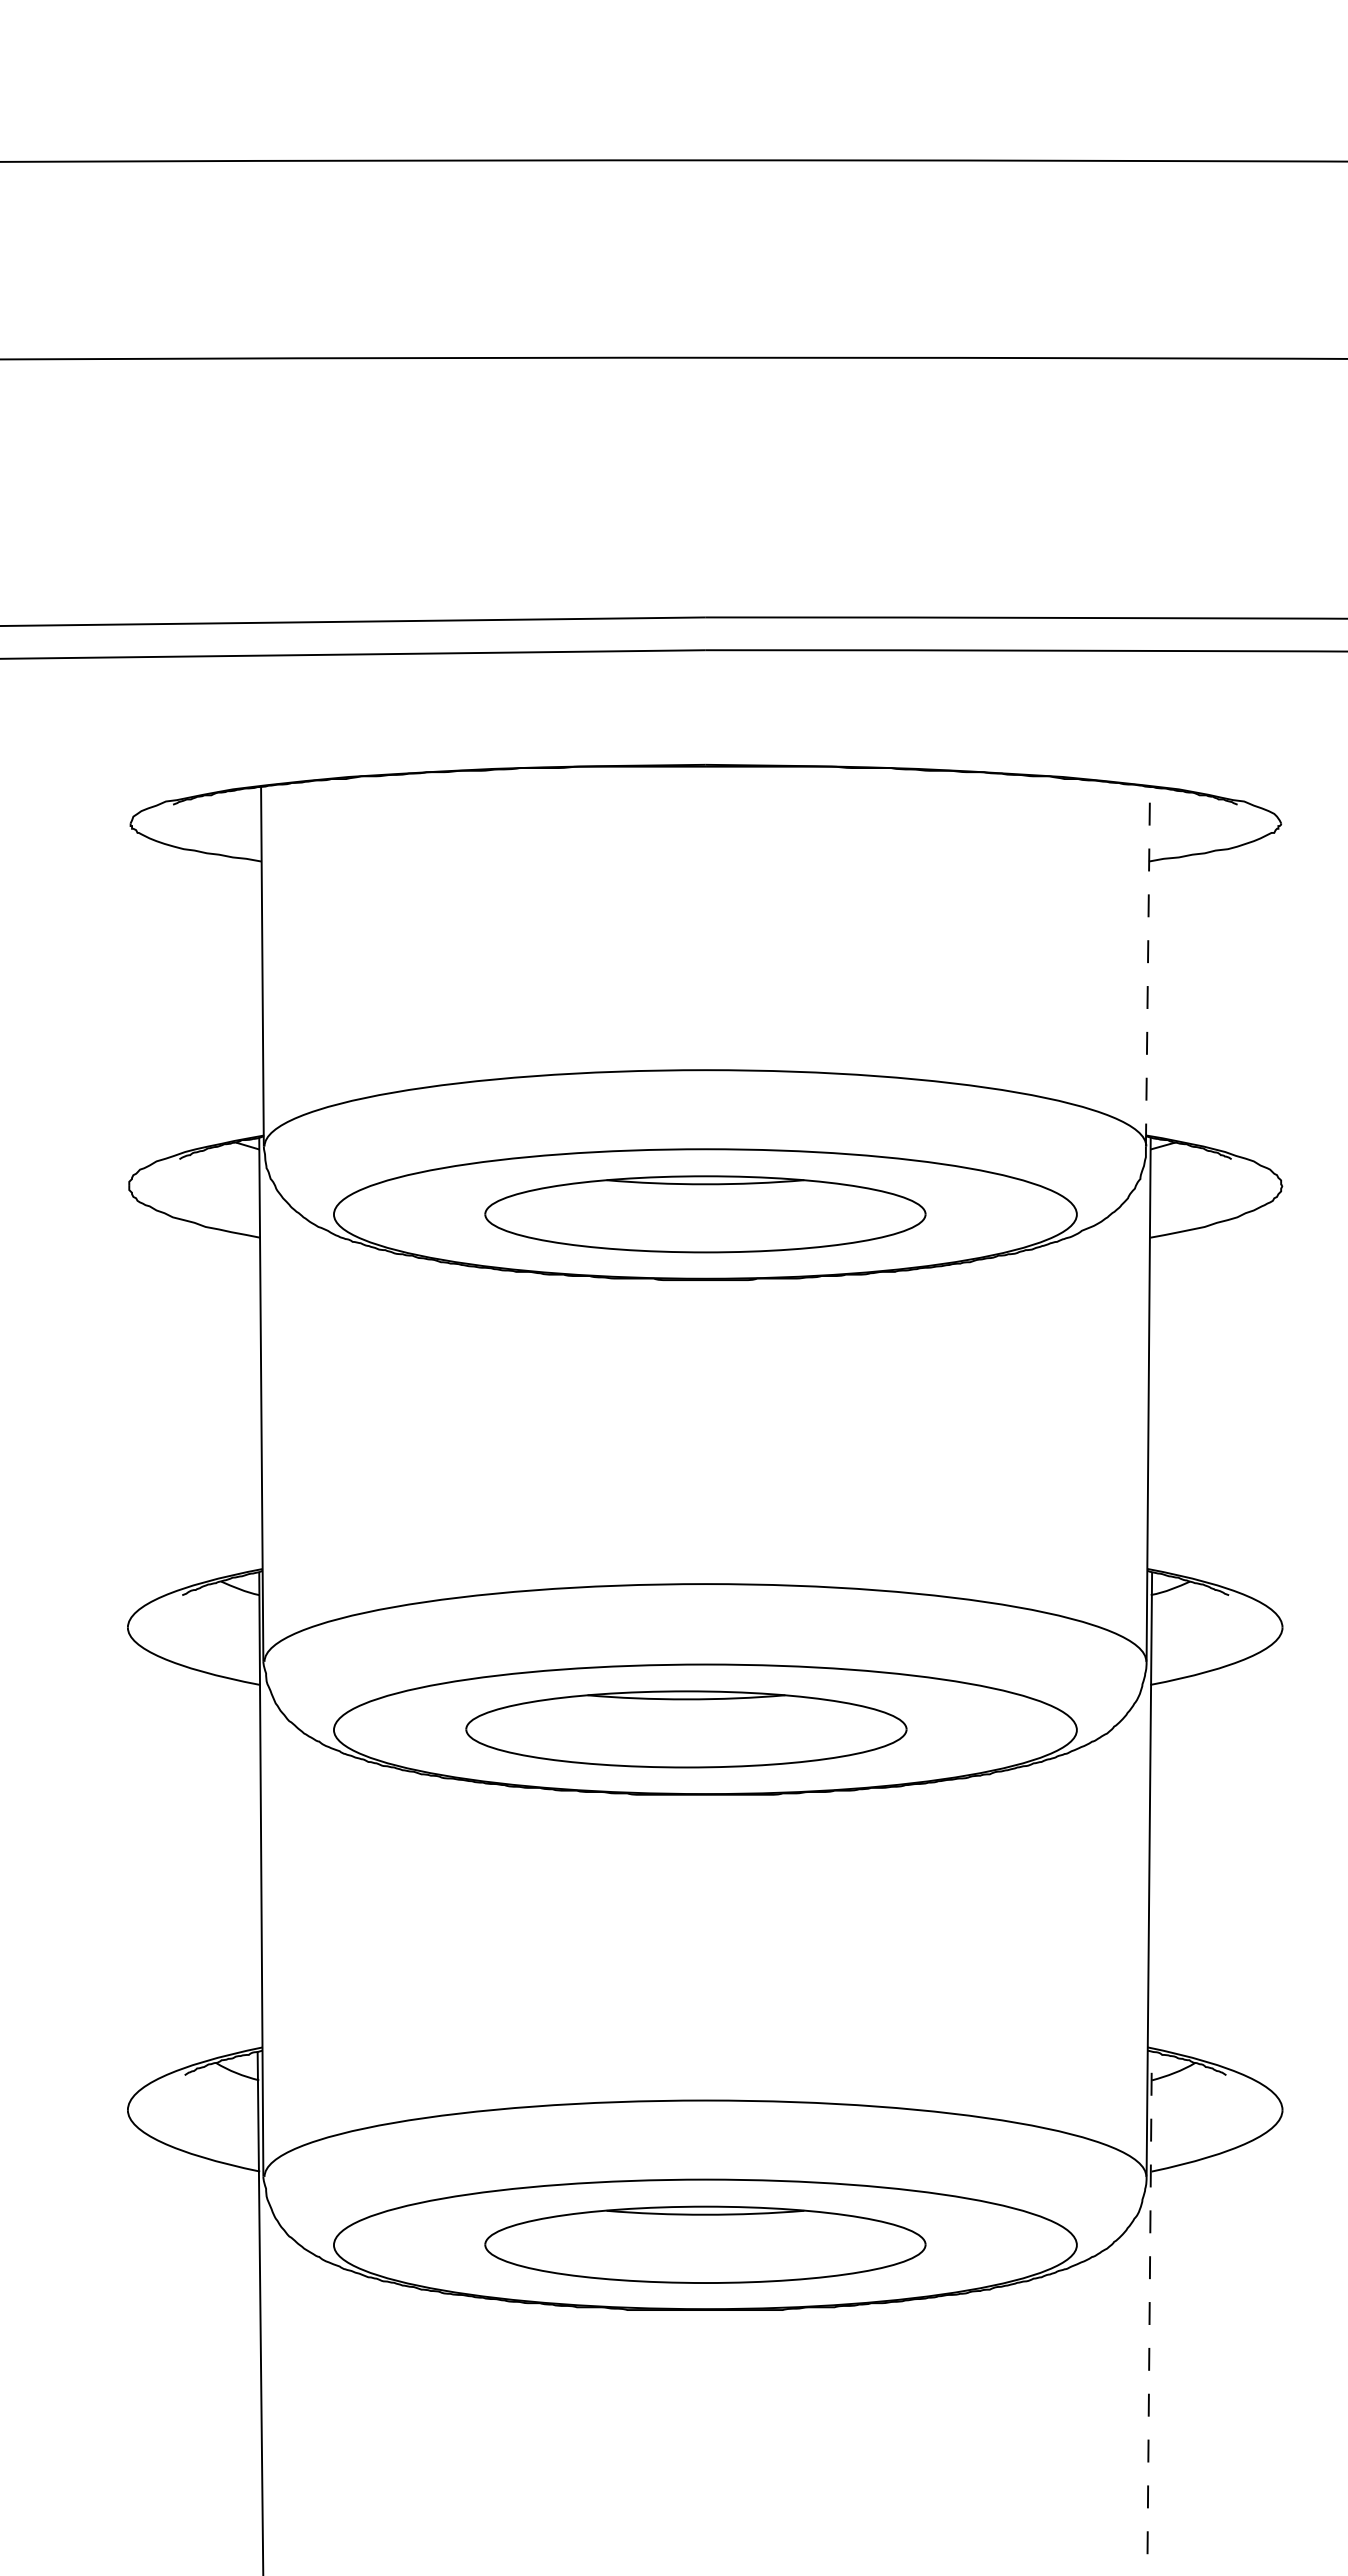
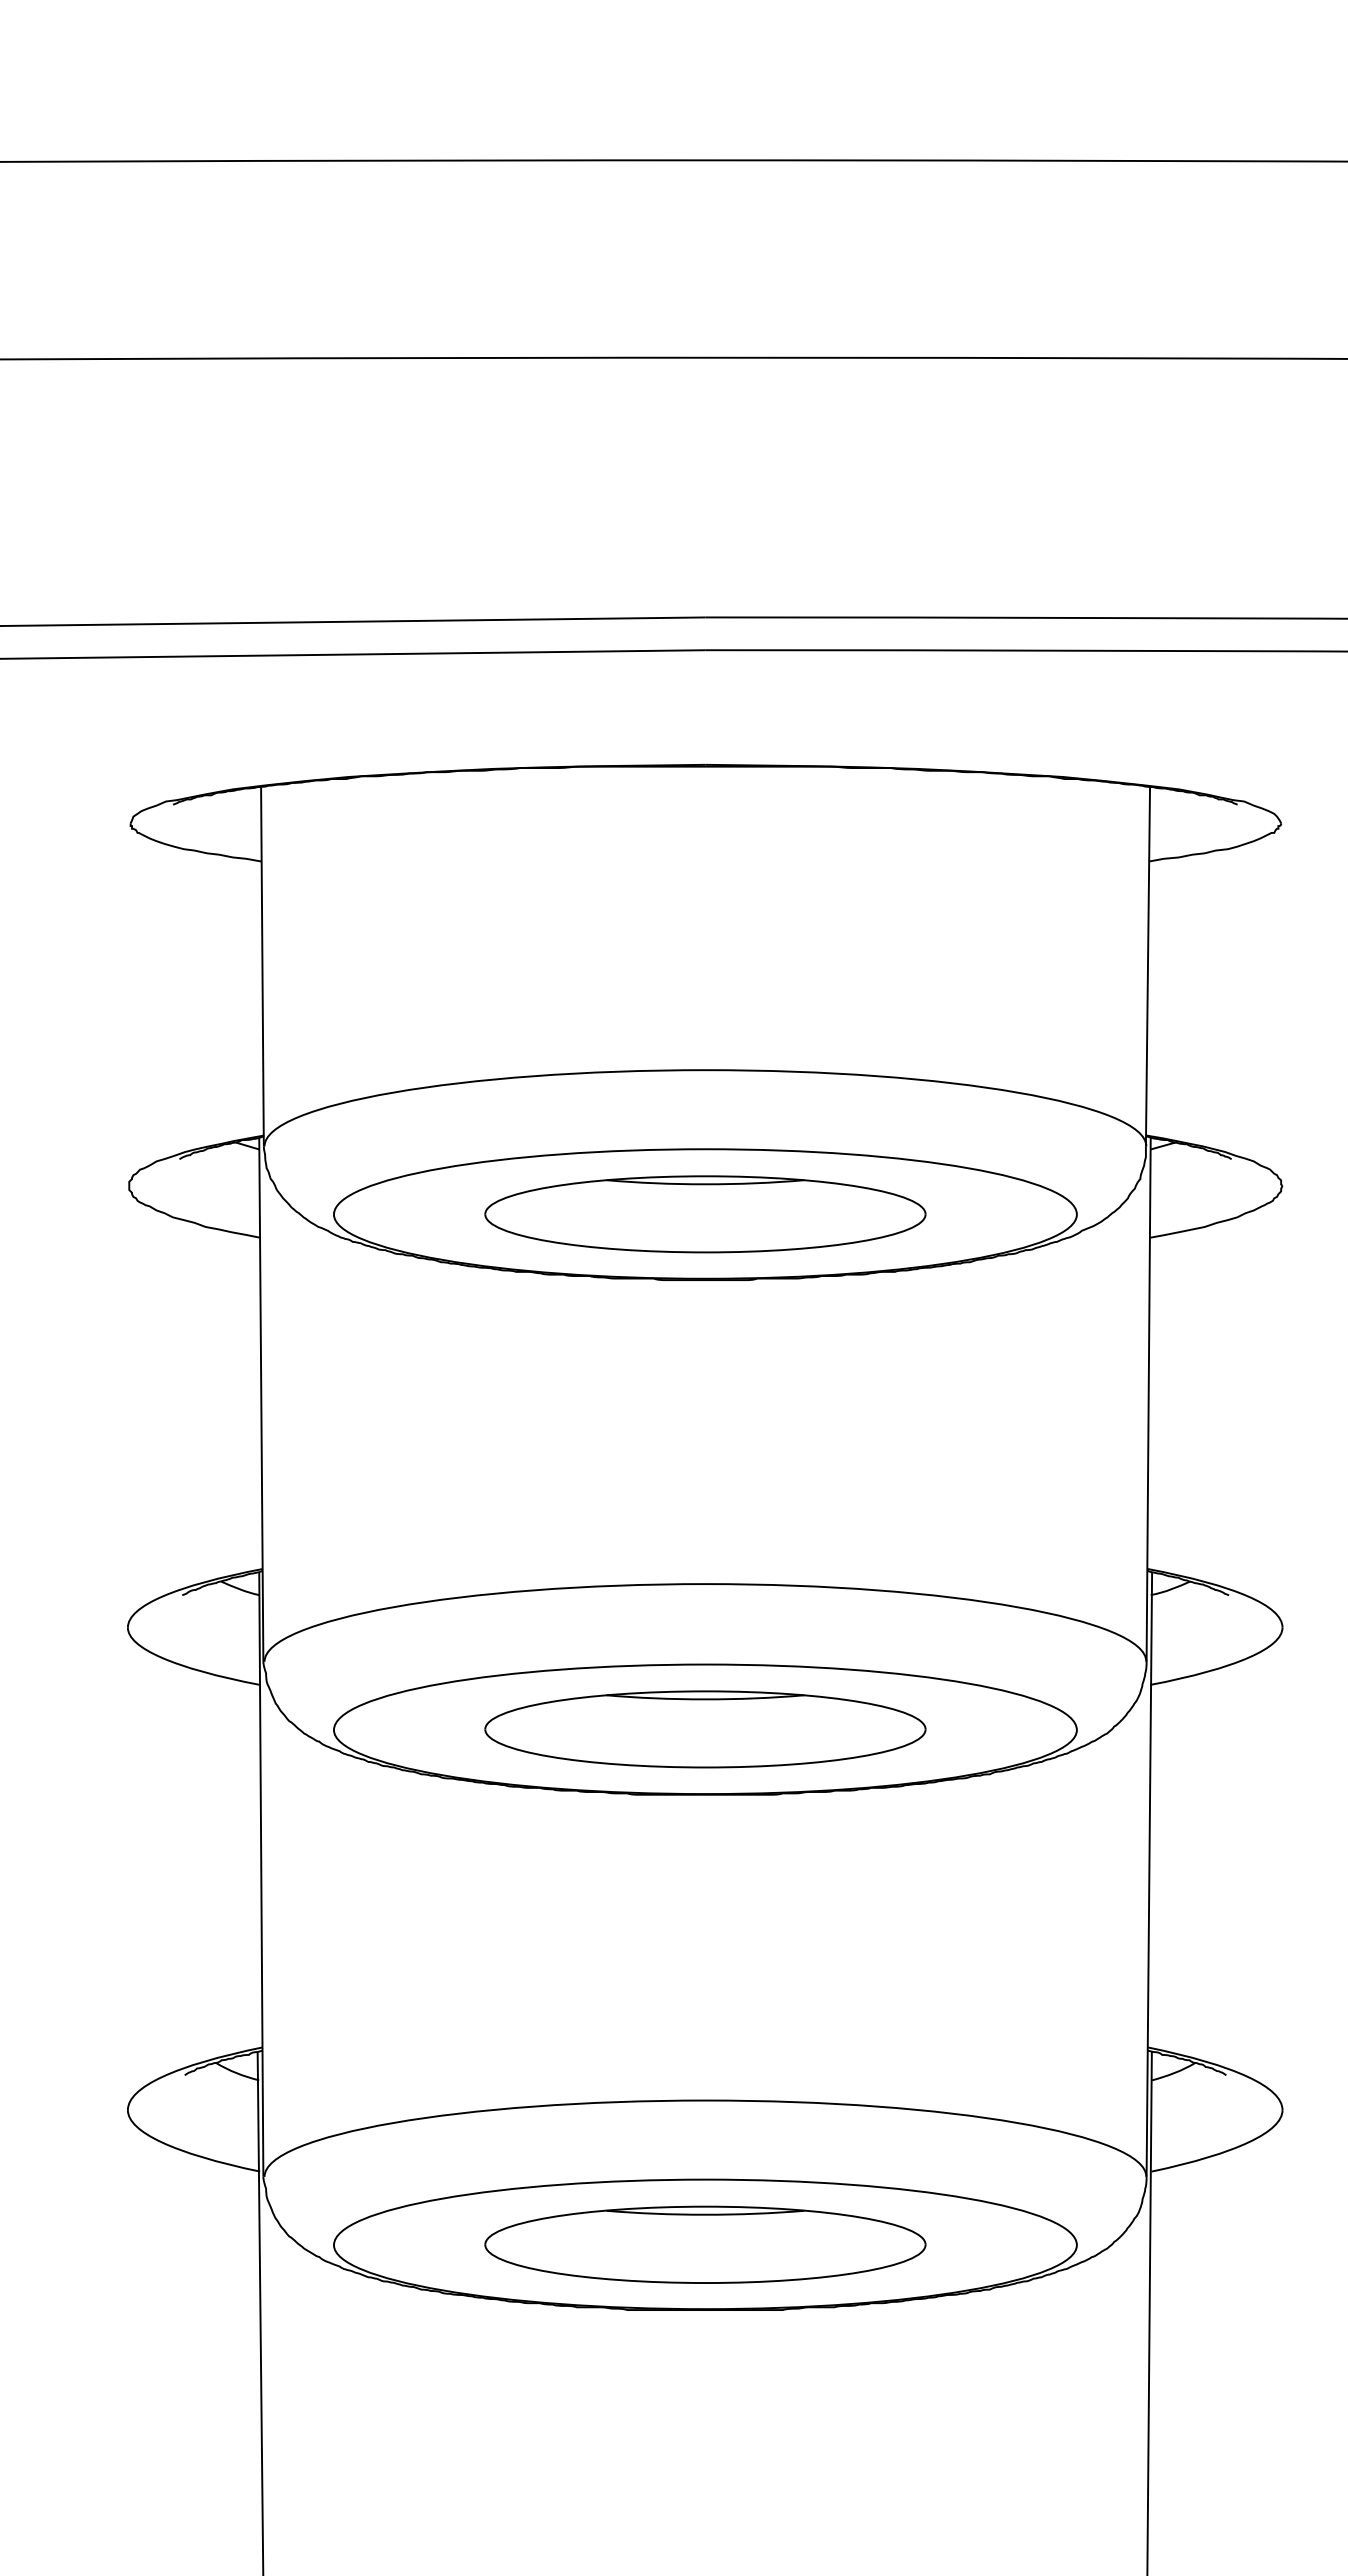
line at (1147, 966): dashed -> solid
part at (686, 1729) position: (686, 1729) -> (705, 1729)
line at (1149, 2312): dashed -> solid
